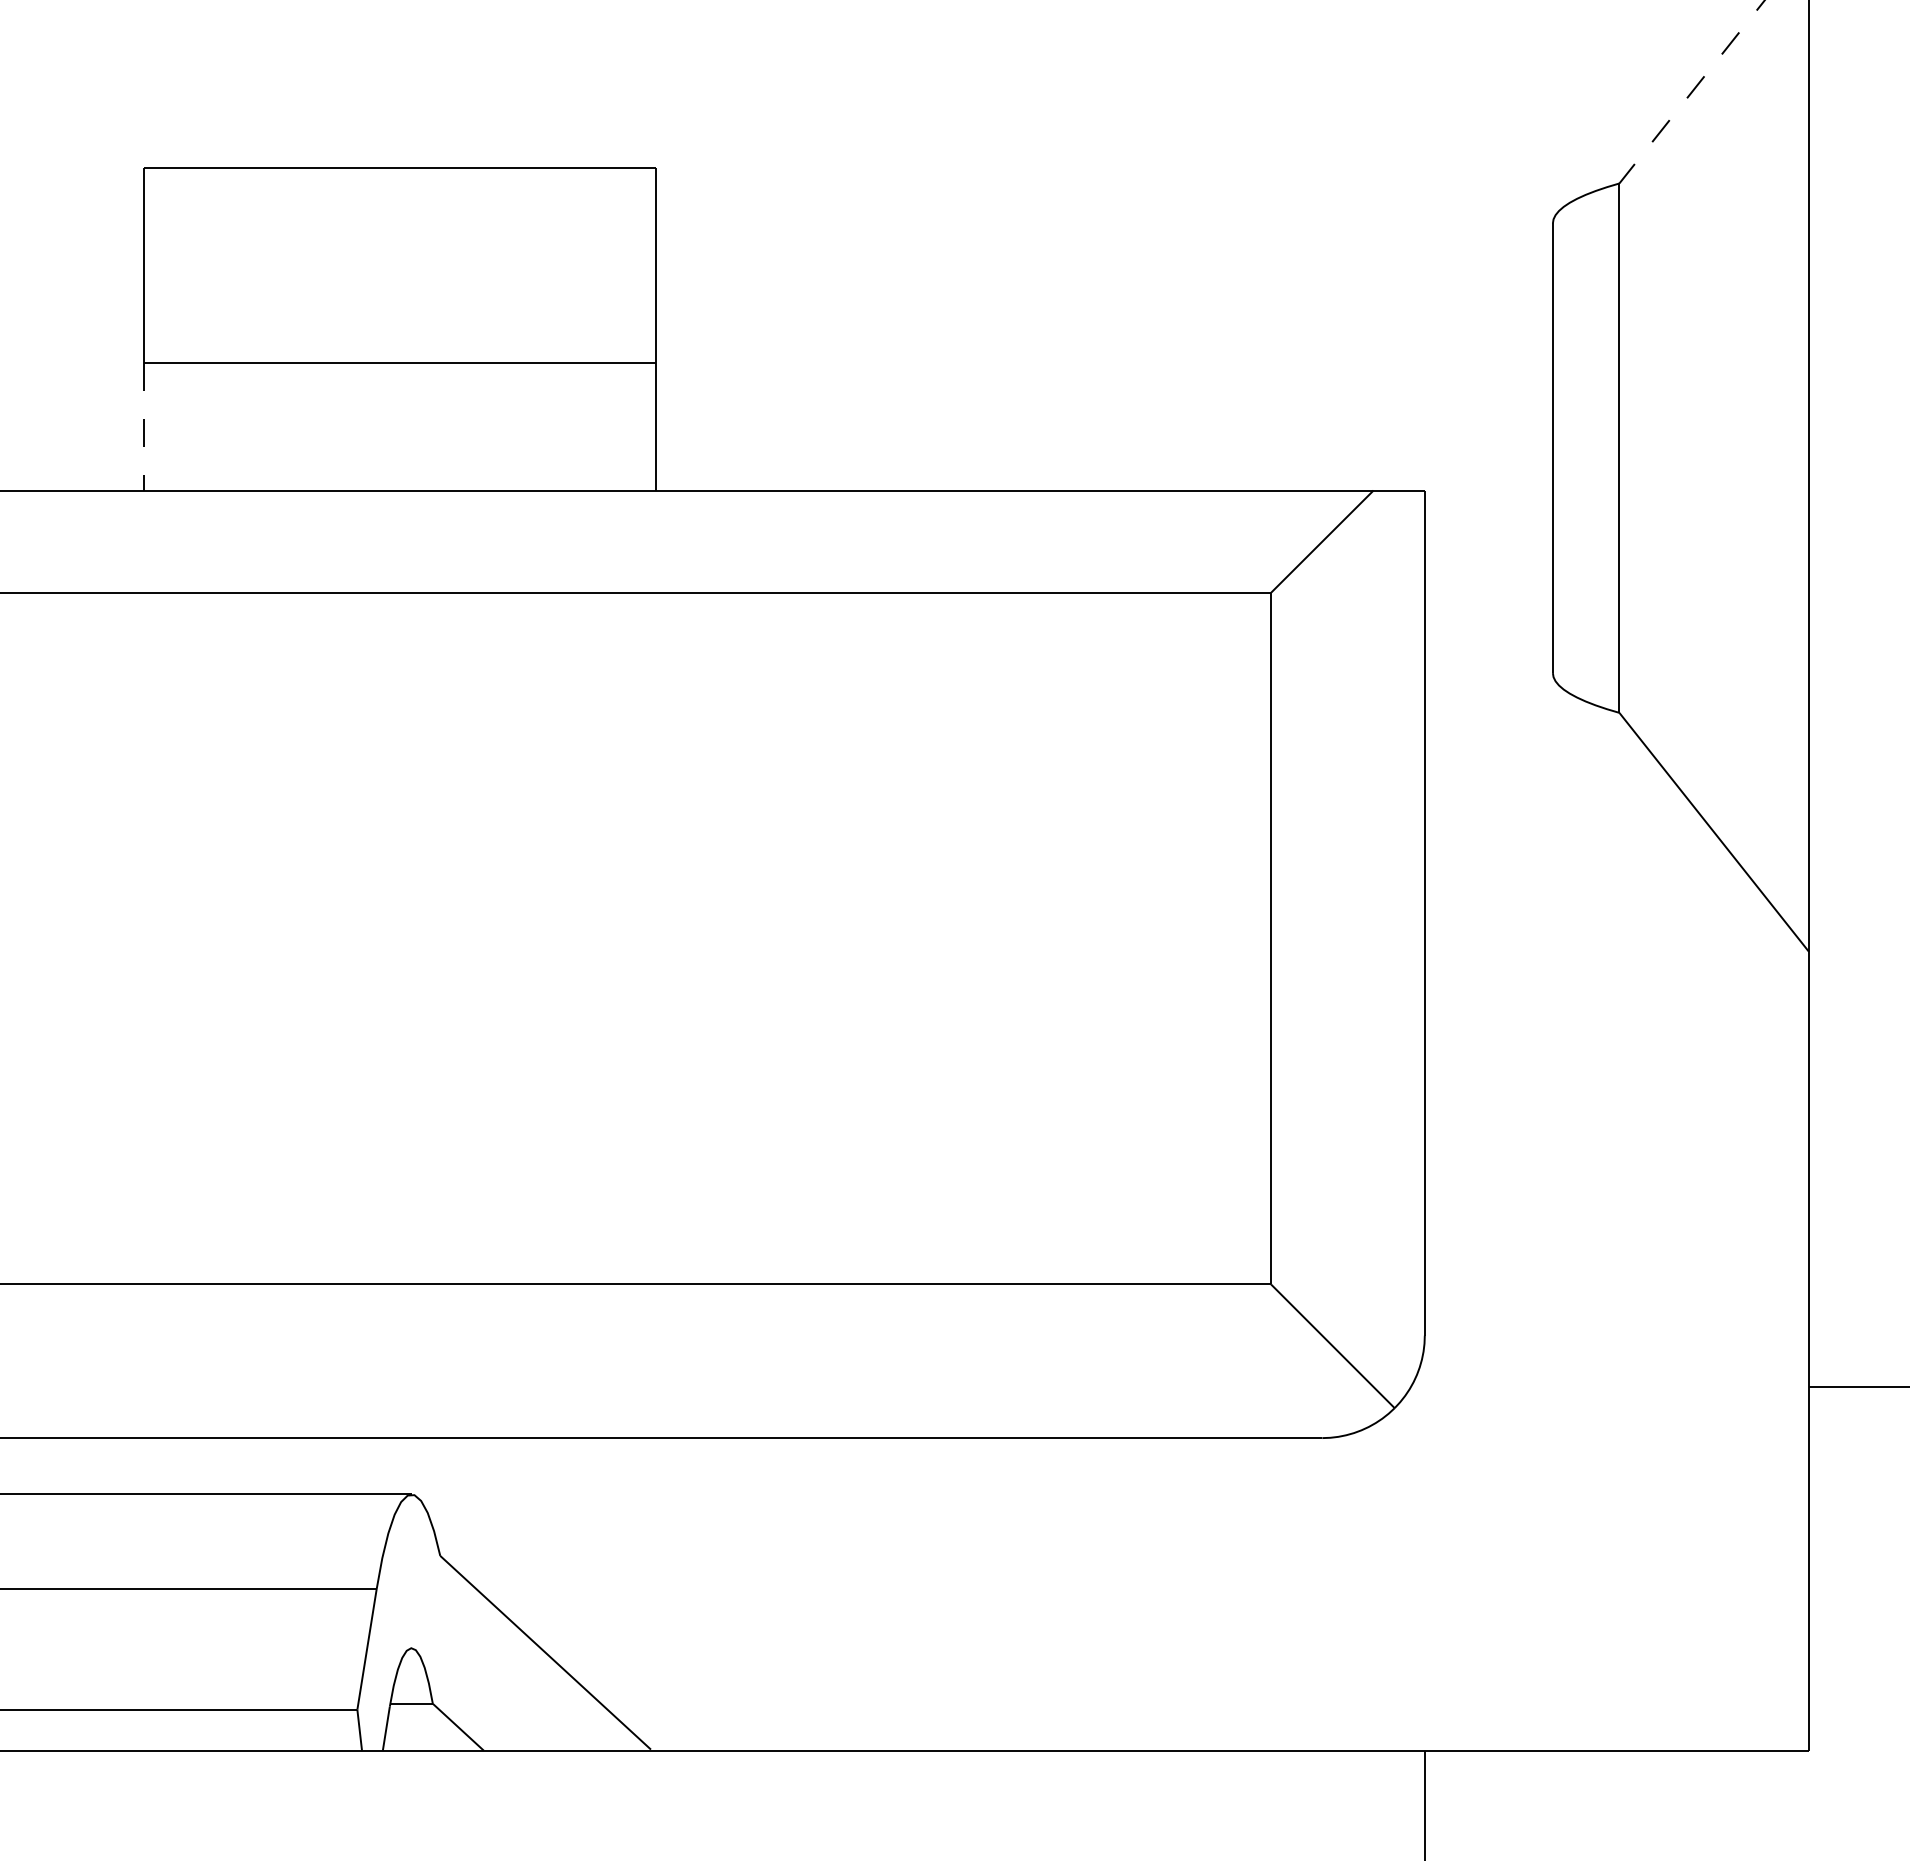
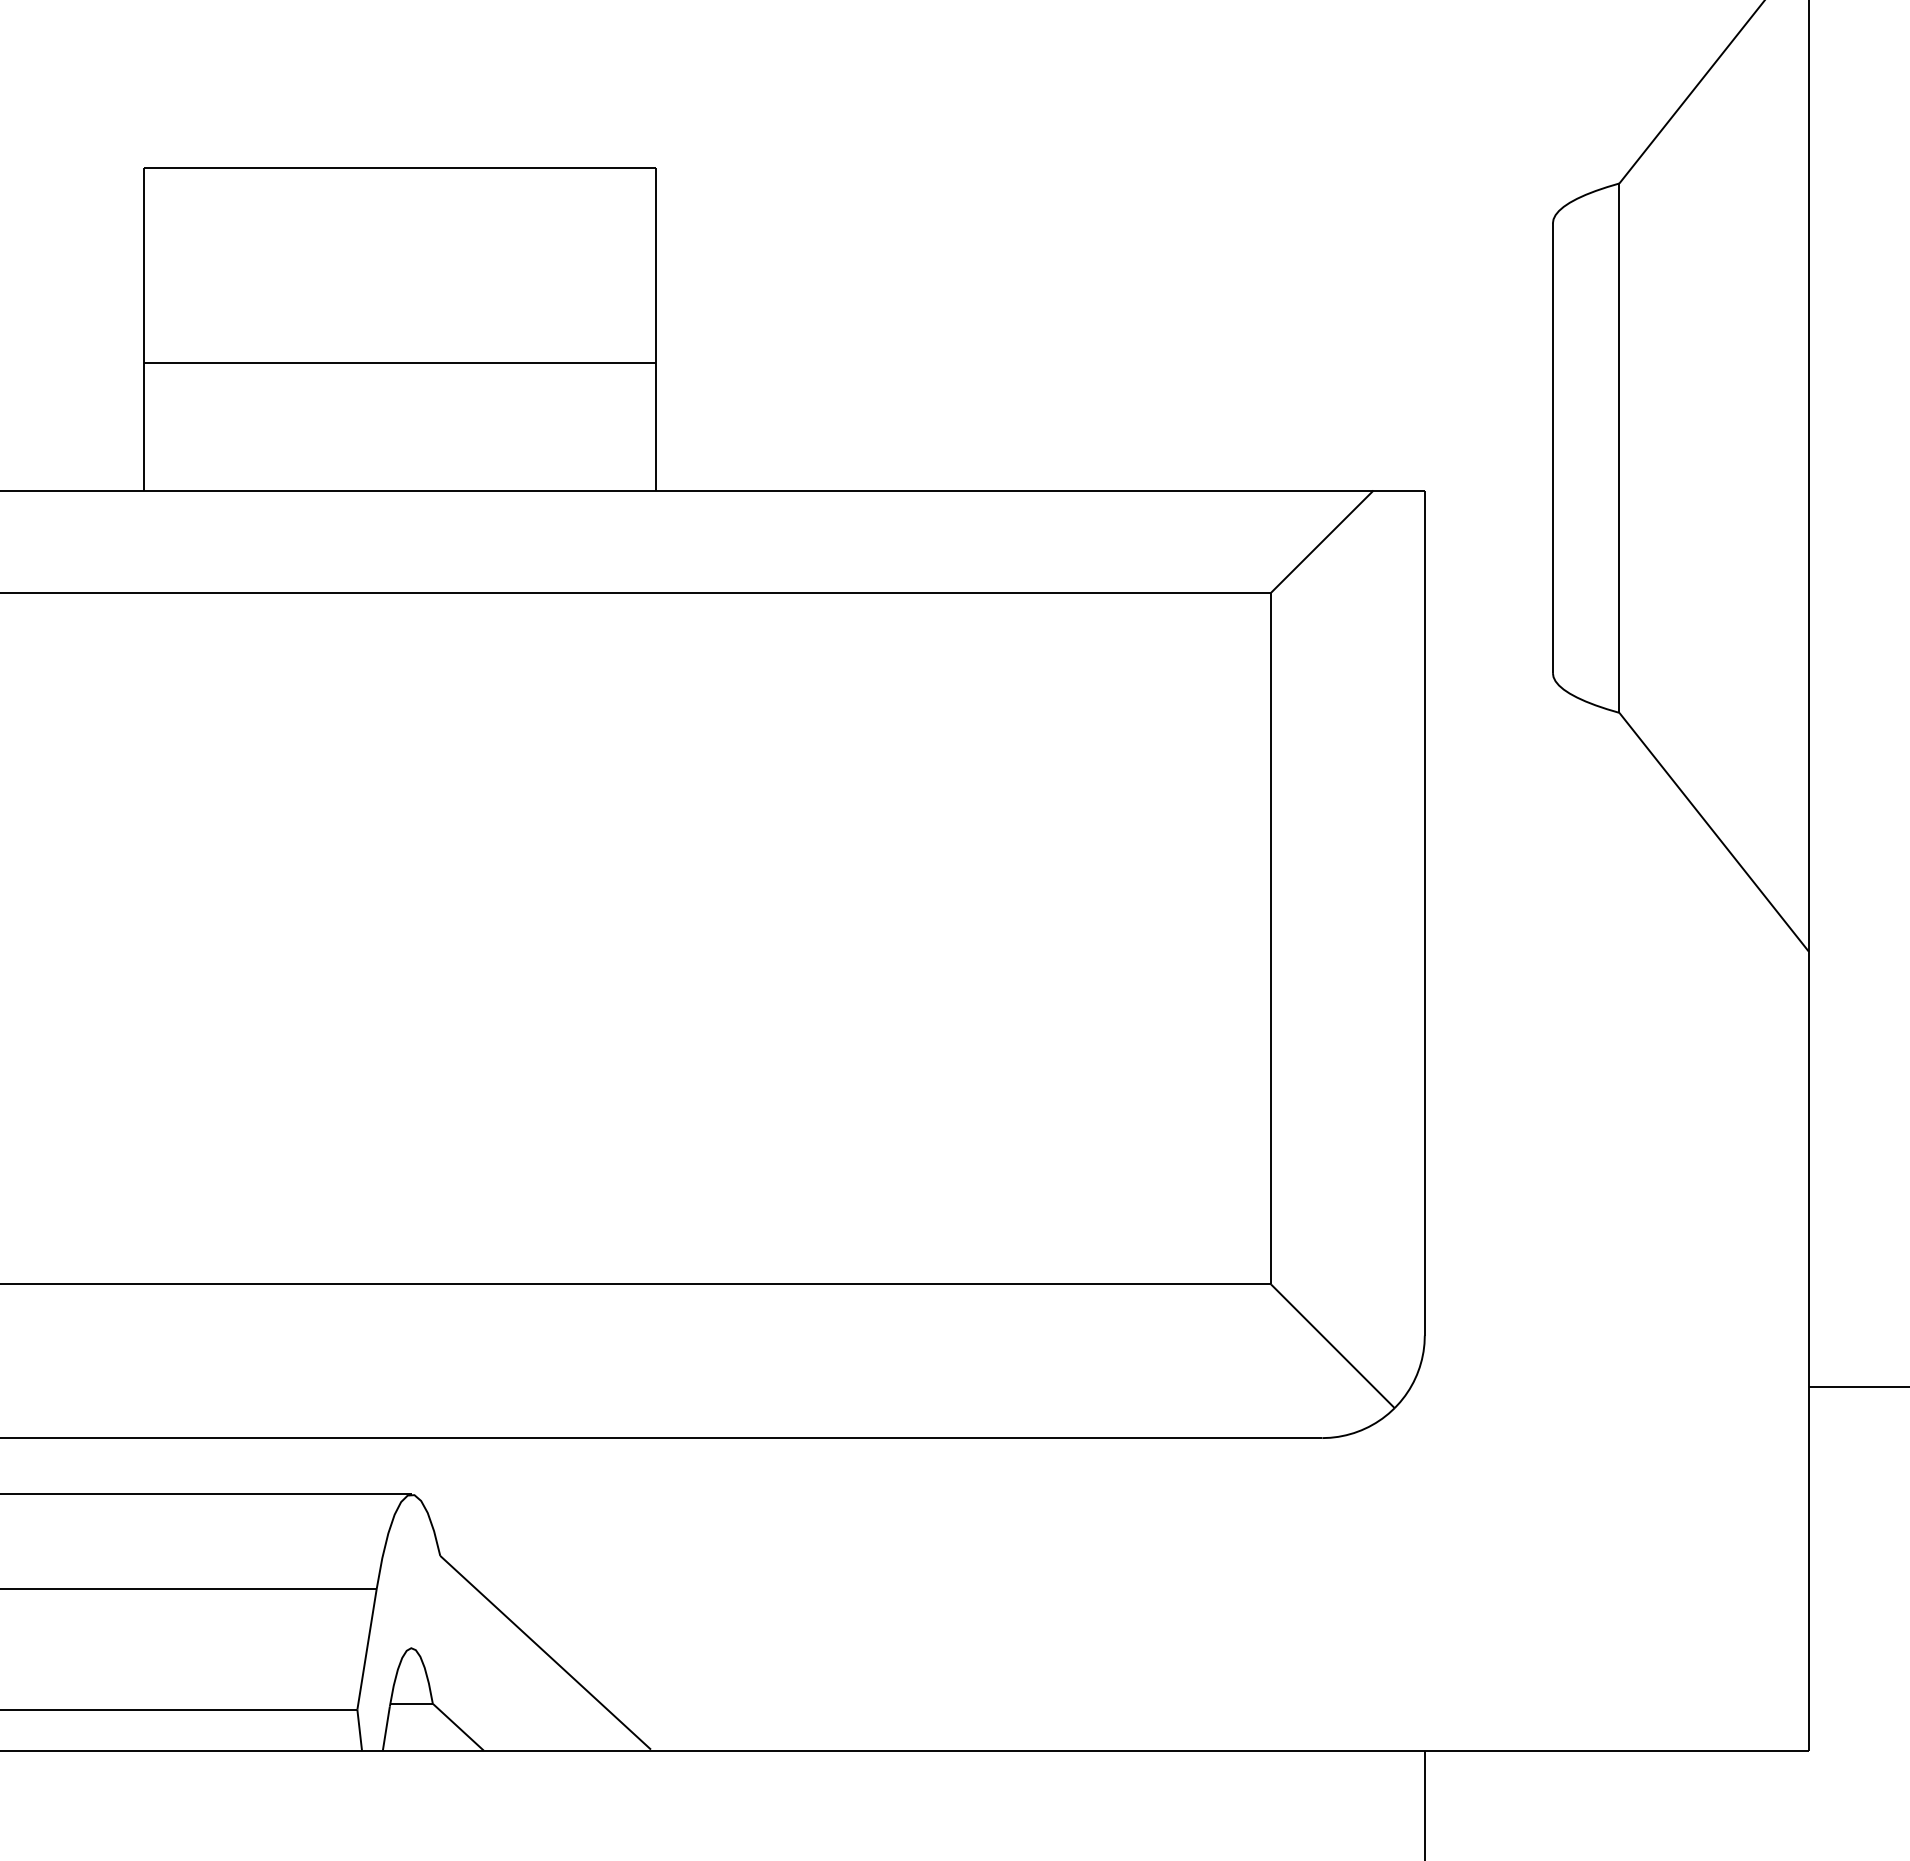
line at (1692, 91): dashed -> solid
line at (144, 426): dashed -> solid
